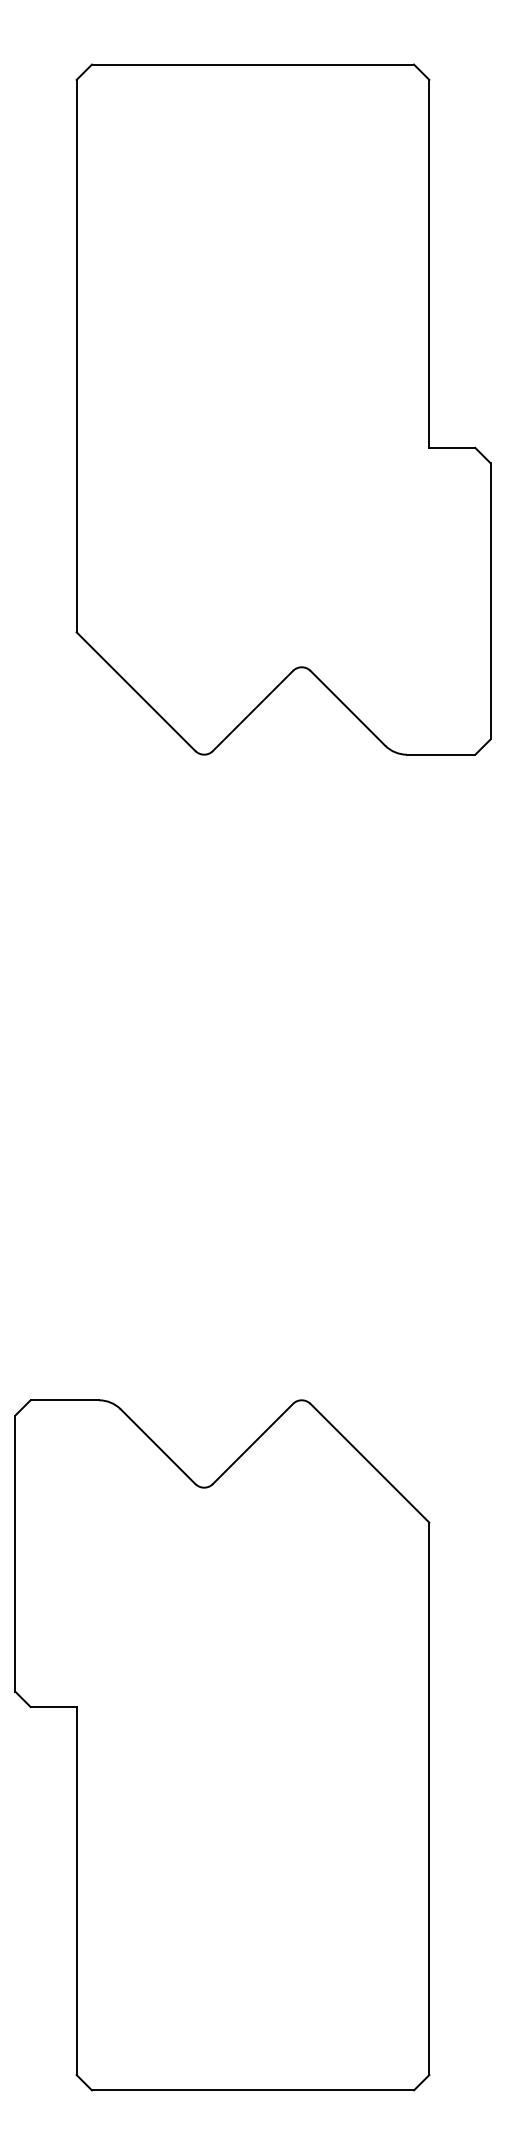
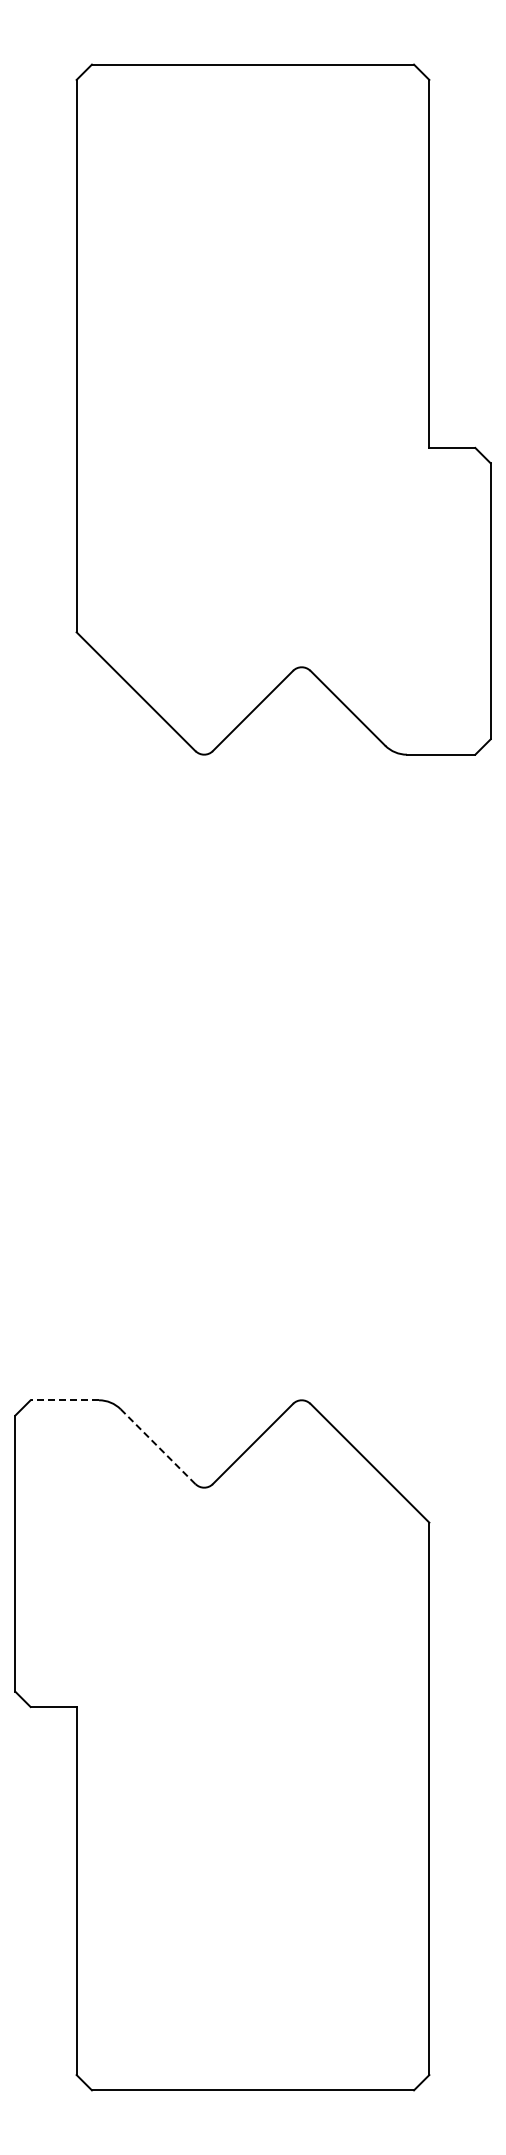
line at (64, 1400): solid -> dashed
line at (158, 1446): solid -> dashed
